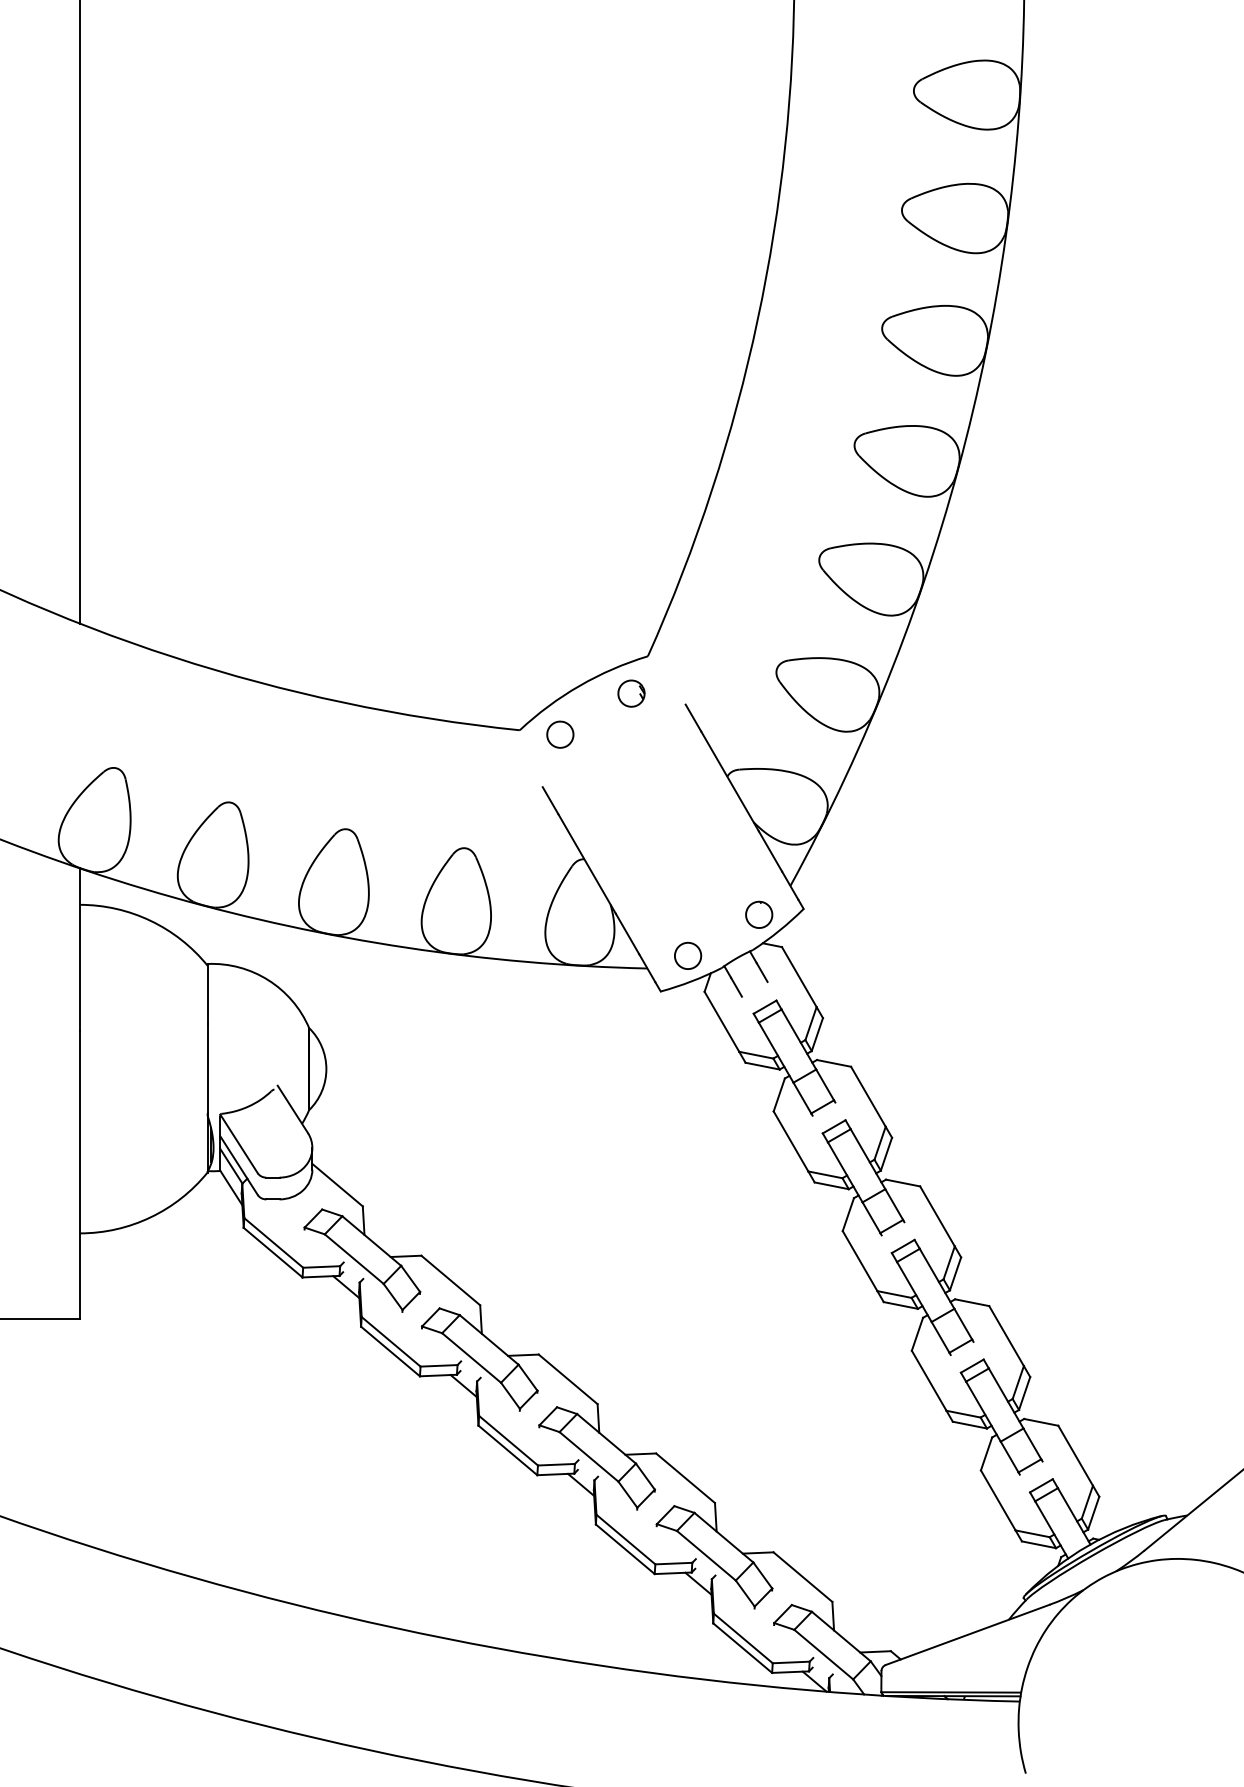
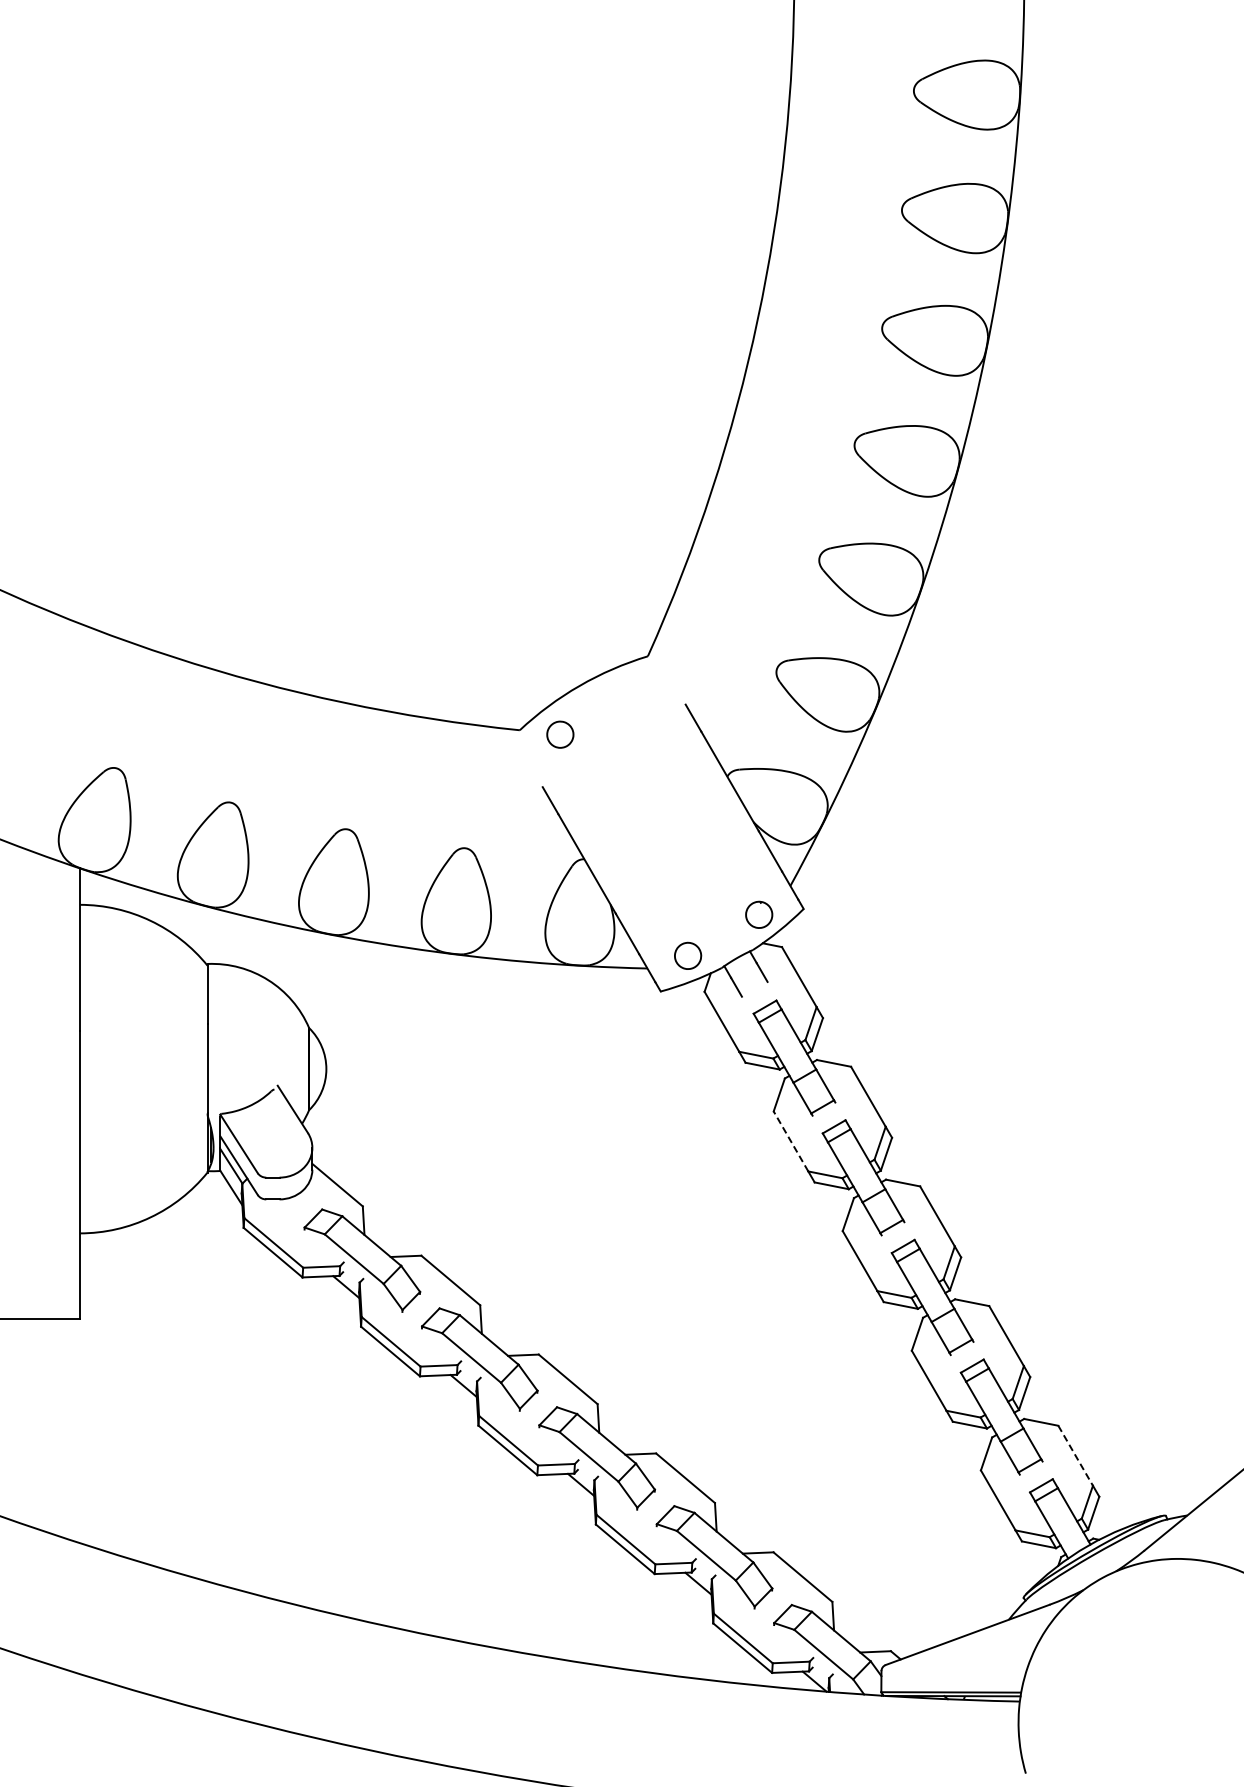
line at (79, 312): present -> none
part at (631, 693): present -> none
line at (791, 1141): solid -> dashed
line at (1075, 1455): solid -> dashed
